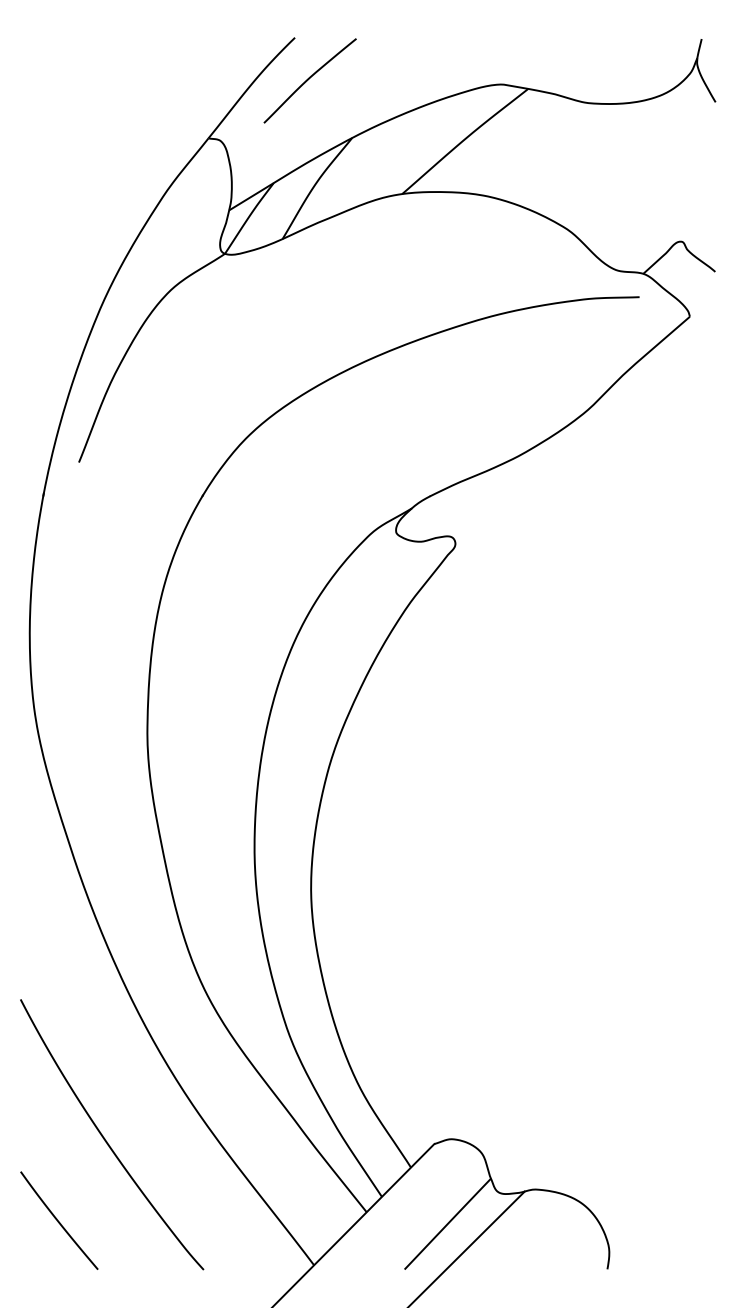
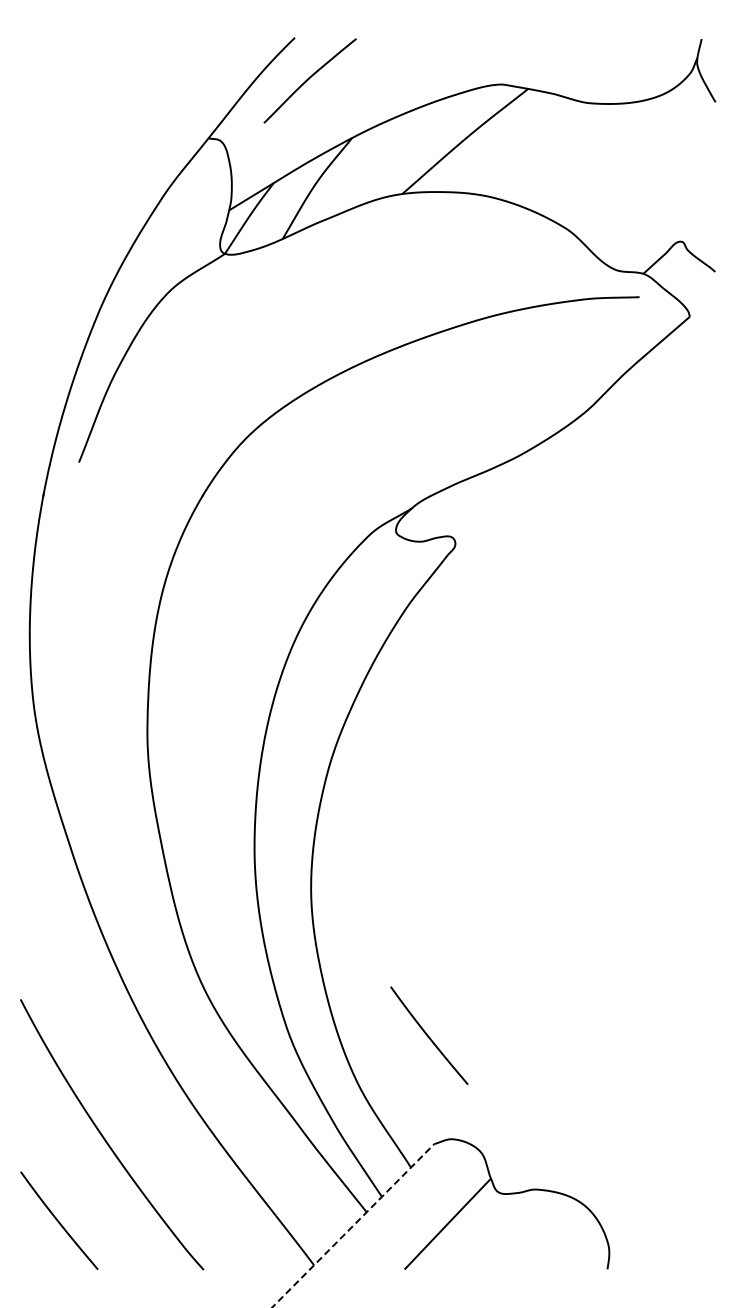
curve at (428, 1035): none -> present
line at (353, 1225): solid -> dashed
line at (467, 1247): present -> none
